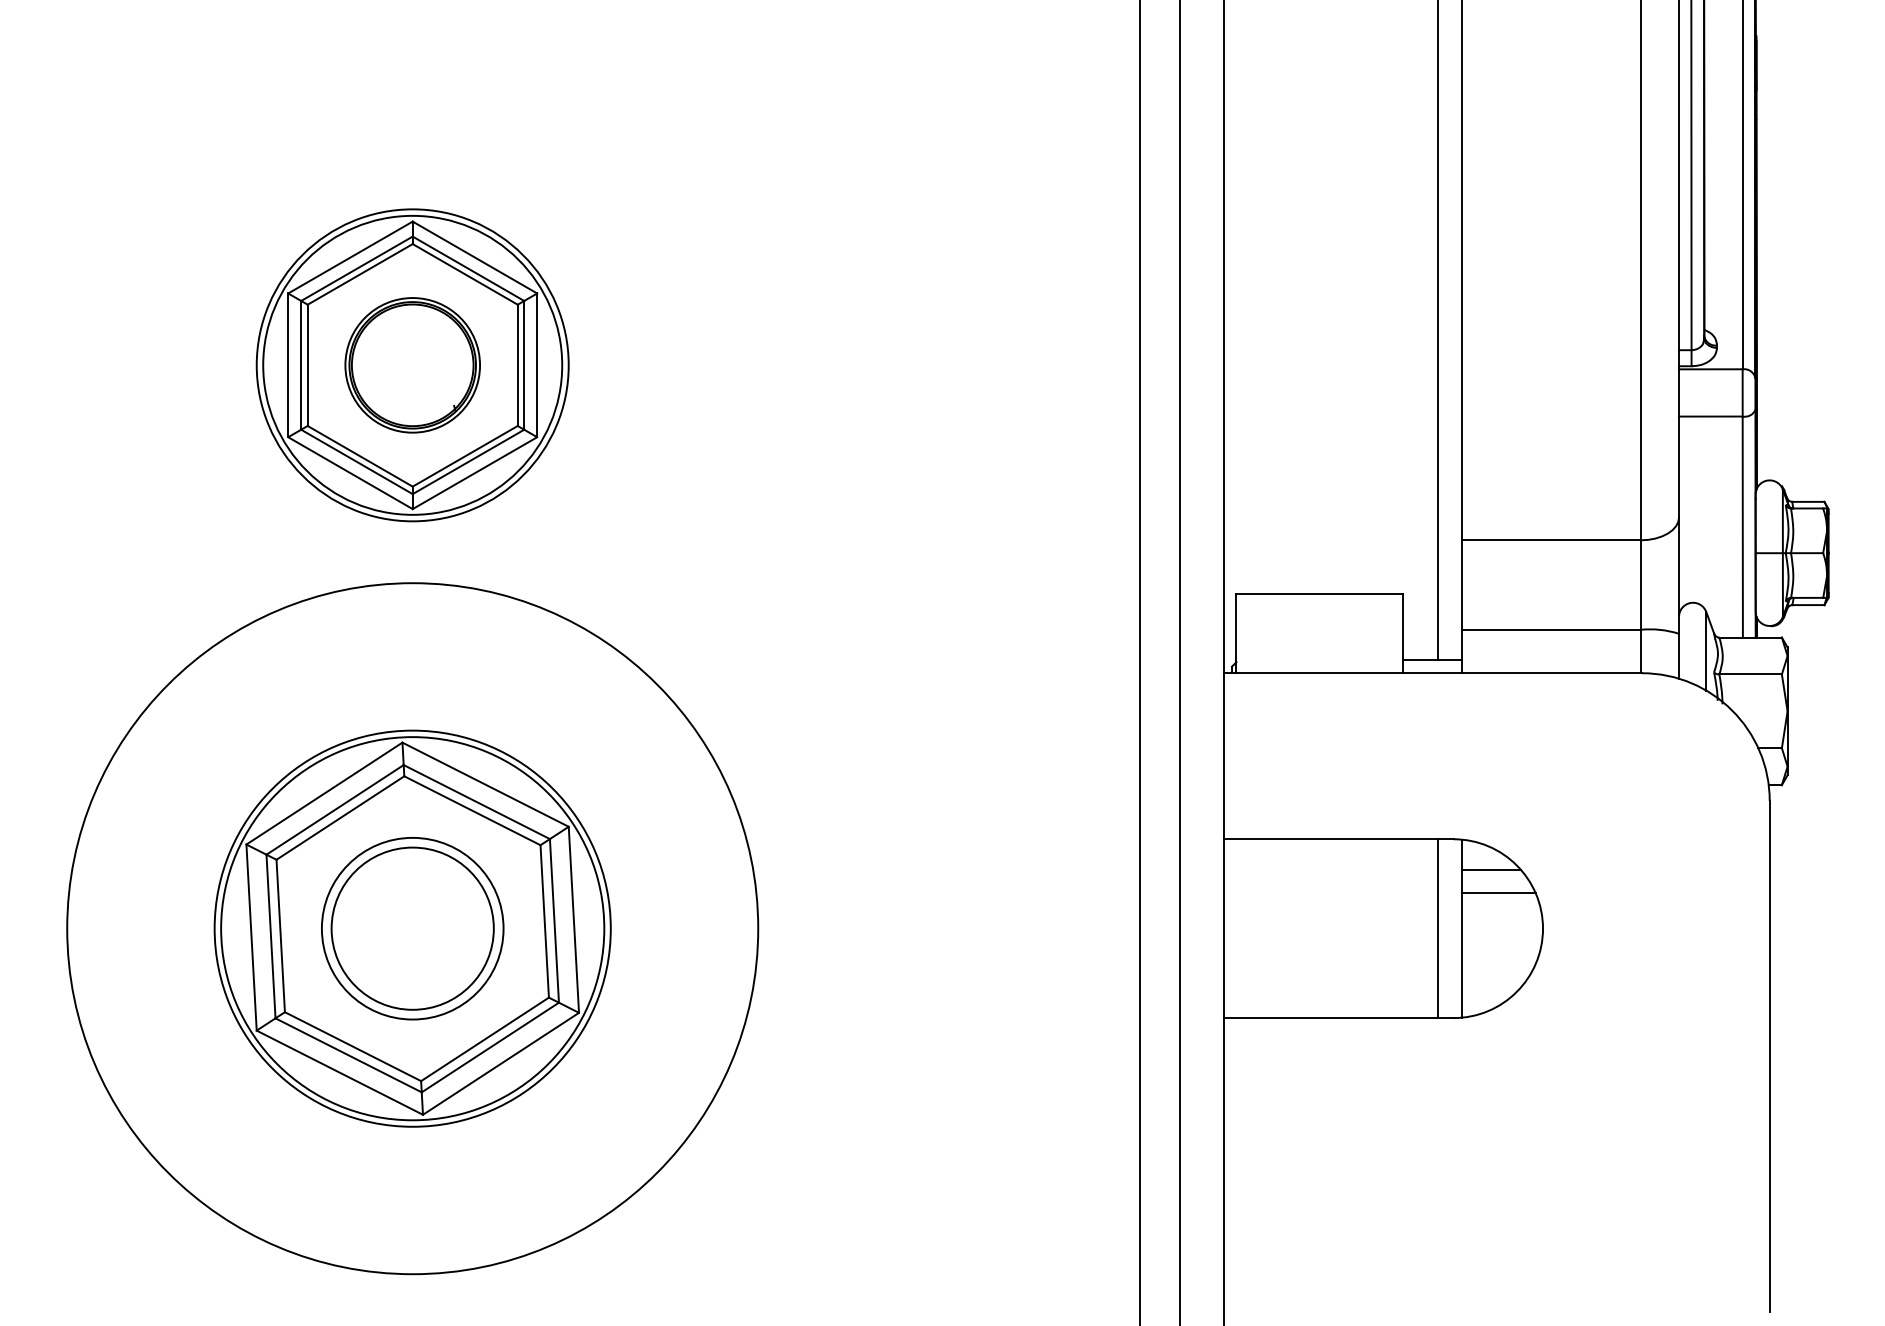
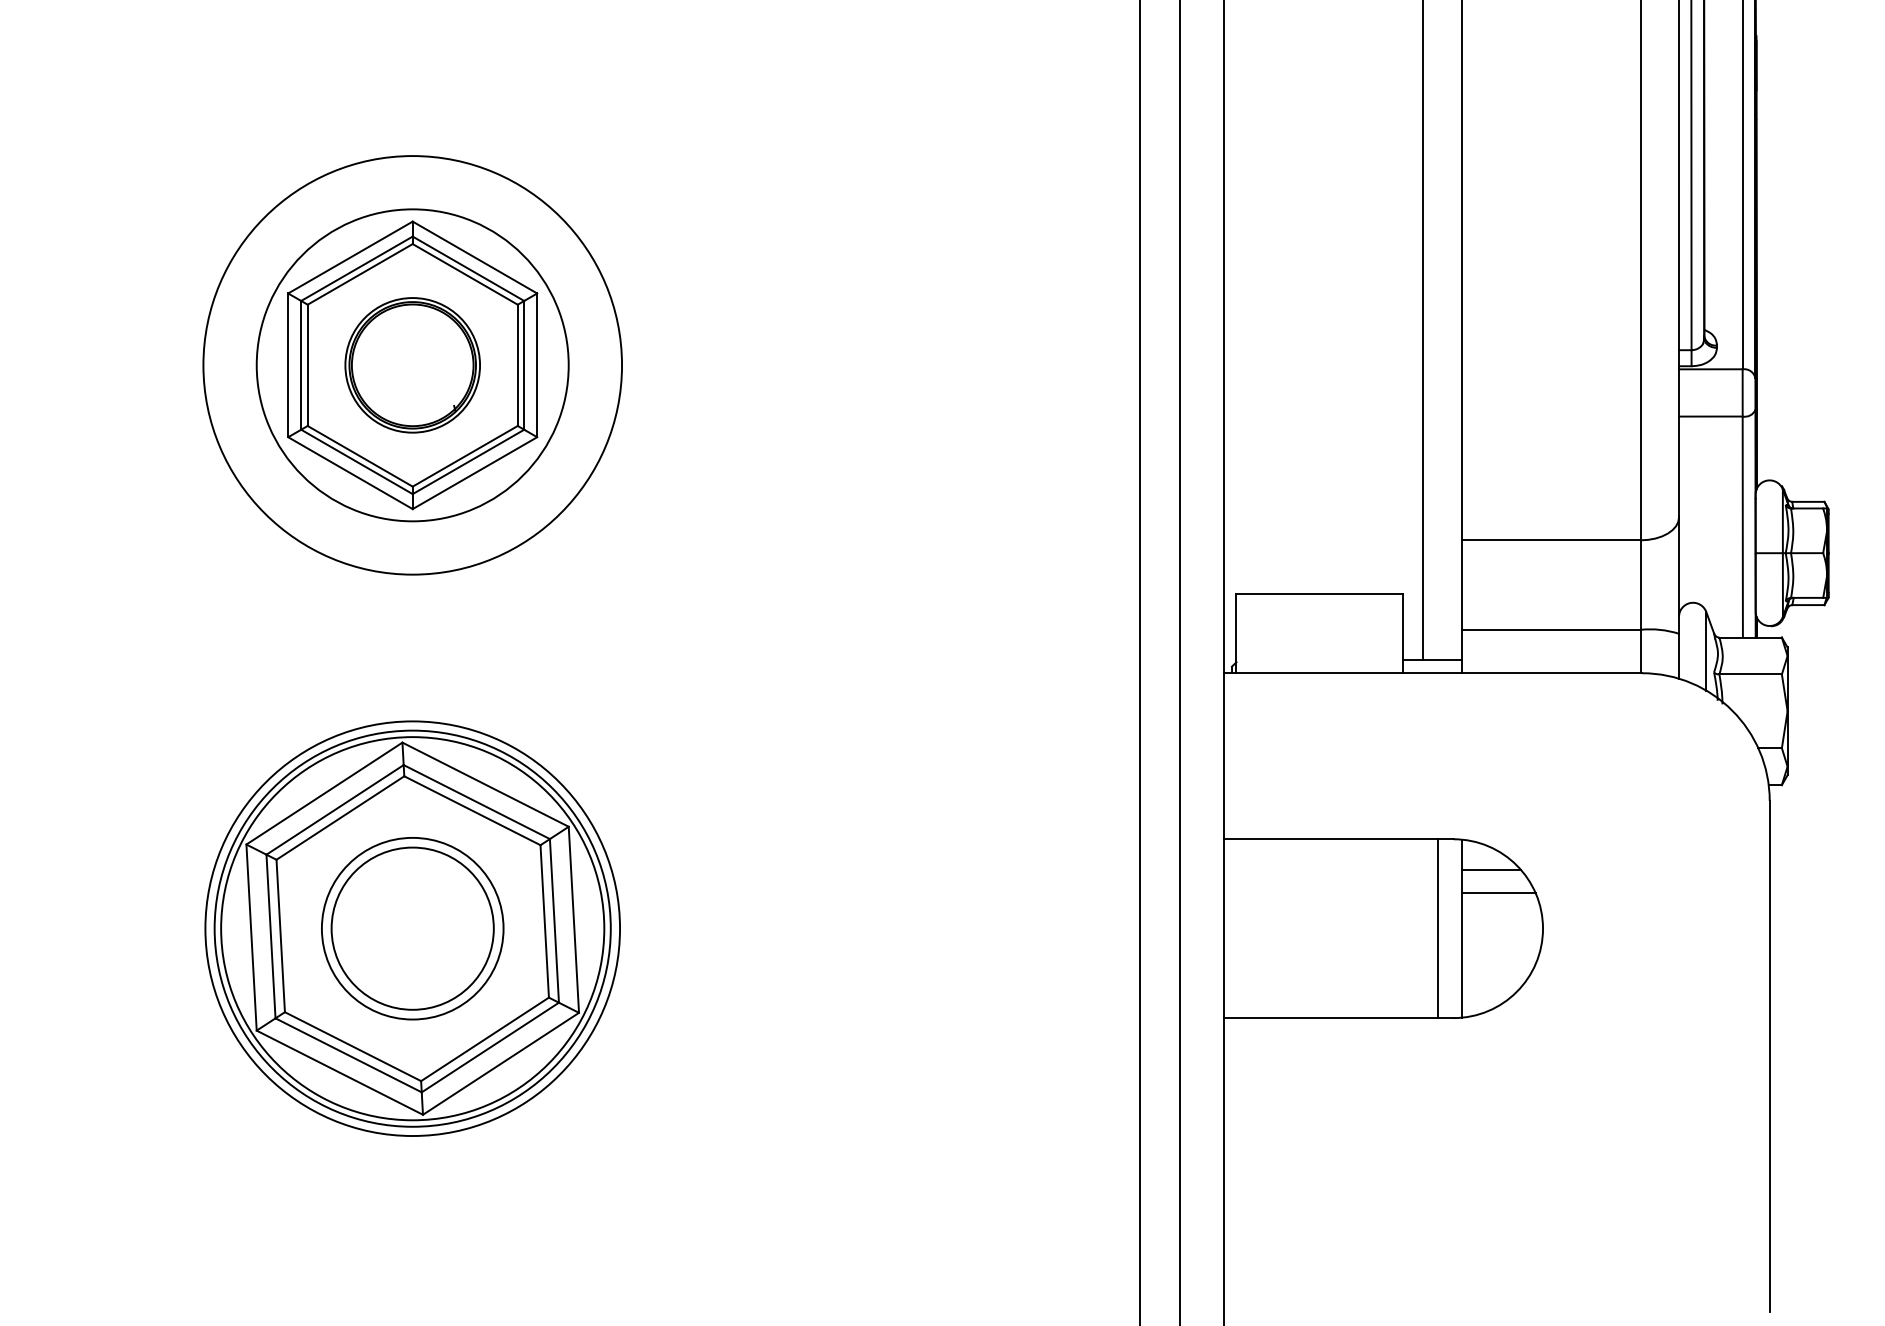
line at (1437, 331) position: (1437, 331) -> (1422, 331)
circle at (412, 364) diameter: 299 px -> 419 px
circle at (412, 928) diameter: 691 px -> 415 px
